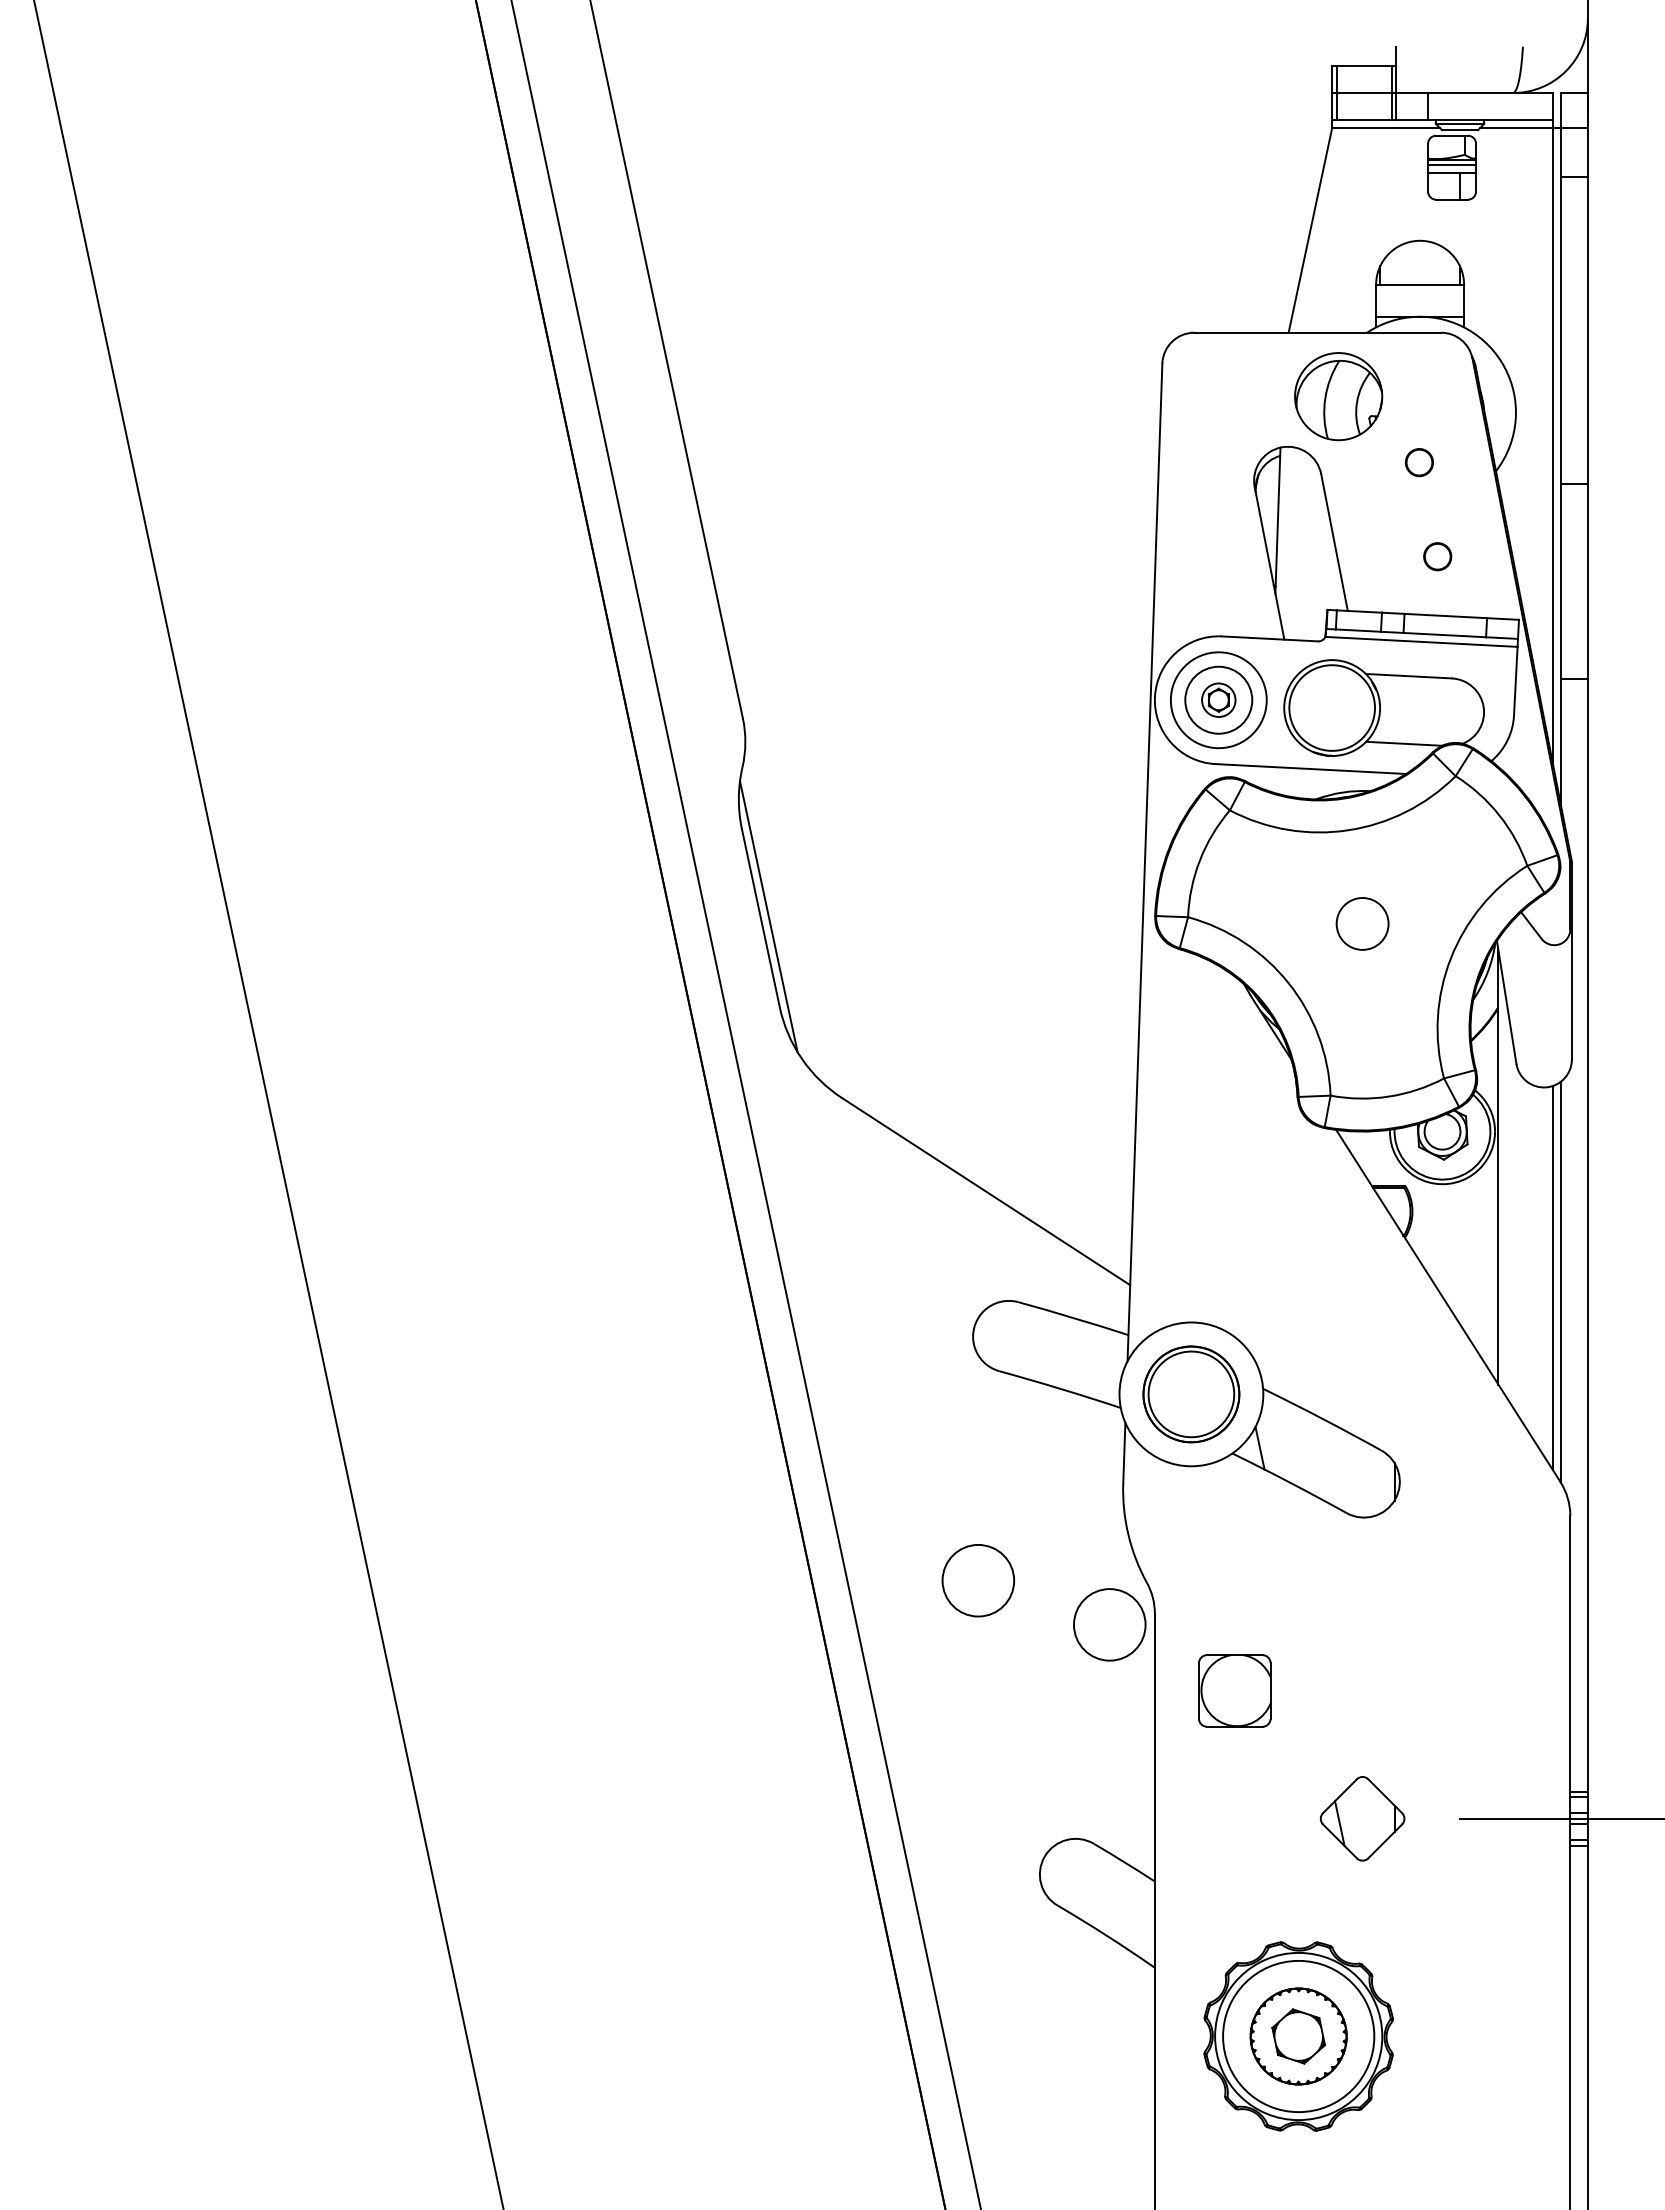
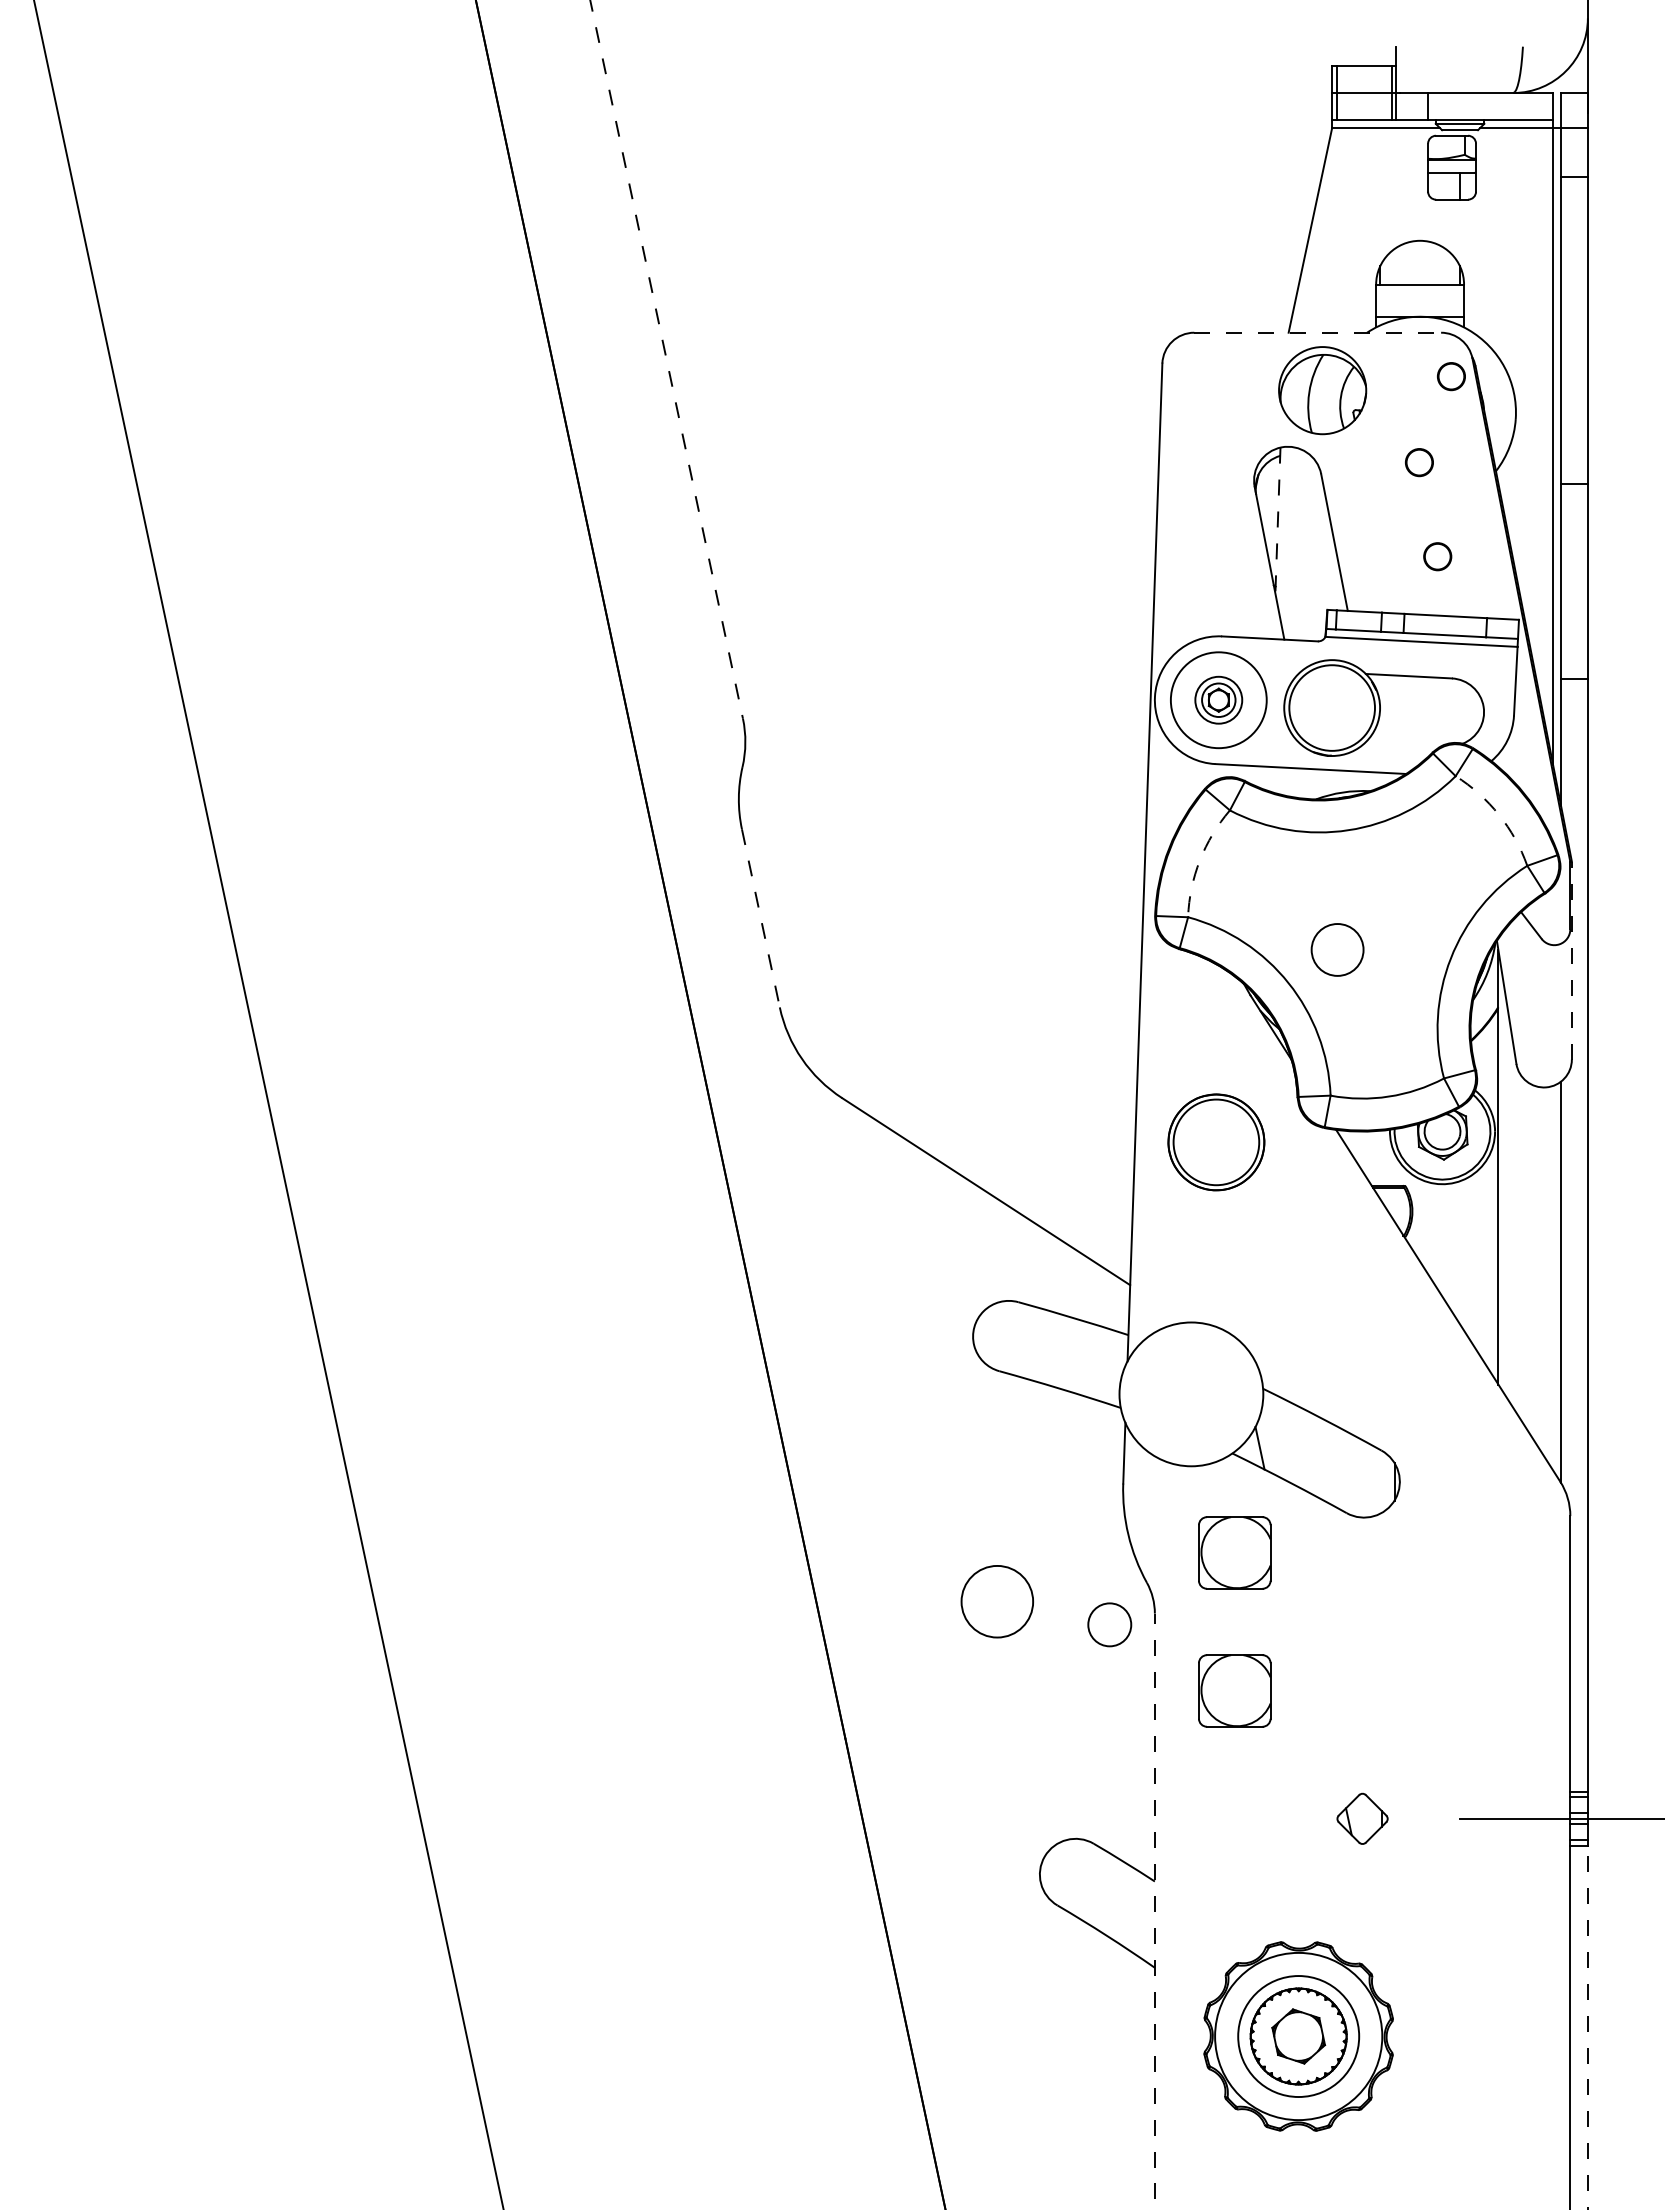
line at (1452, 164): present -> none
line at (1318, 332): solid -> dashed
line at (666, 359): solid -> dashed
circle at (1451, 376): none -> present
part at (1338, 396) position: (1338, 396) -> (1322, 390)
line at (1277, 521): solid -> dashed
circle at (1218, 699) diameter: 67 px -> 47 px
line at (1404, 743): present -> none
arc at (1499, 814): solid -> dashed
arc at (1199, 860): solid -> dashed
line at (768, 916): present -> none
line at (761, 918): solid -> dashed
circle at (1362, 923) position: (1362, 923) -> (1337, 949)
line at (1571, 960): solid -> dashed
line at (745, 1104): present -> none
line at (1553, 1277): present -> none
part at (1191, 1394) position: (1191, 1394) -> (1216, 1142)
part at (1234, 1552): none -> present
circle at (977, 1580) position: (977, 1580) -> (996, 1601)
circle at (1109, 1624) diameter: 72 px -> 43 px
part at (1362, 1818) size: 87x86 px -> 53x53 px
line at (1154, 1911): solid -> dashed
line at (1587, 2027): solid -> dashed
circle at (1298, 2036) diameter: 151 px -> 121 px
